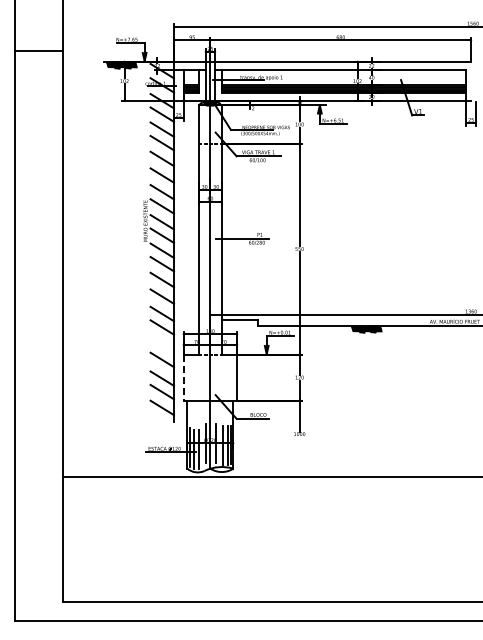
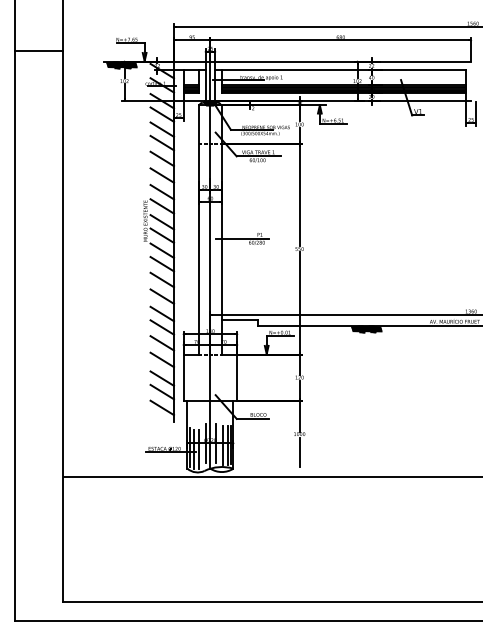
line at (162, 343): none -> present
line at (183, 378): dashed -> solid
line at (299, 451): none -> present
